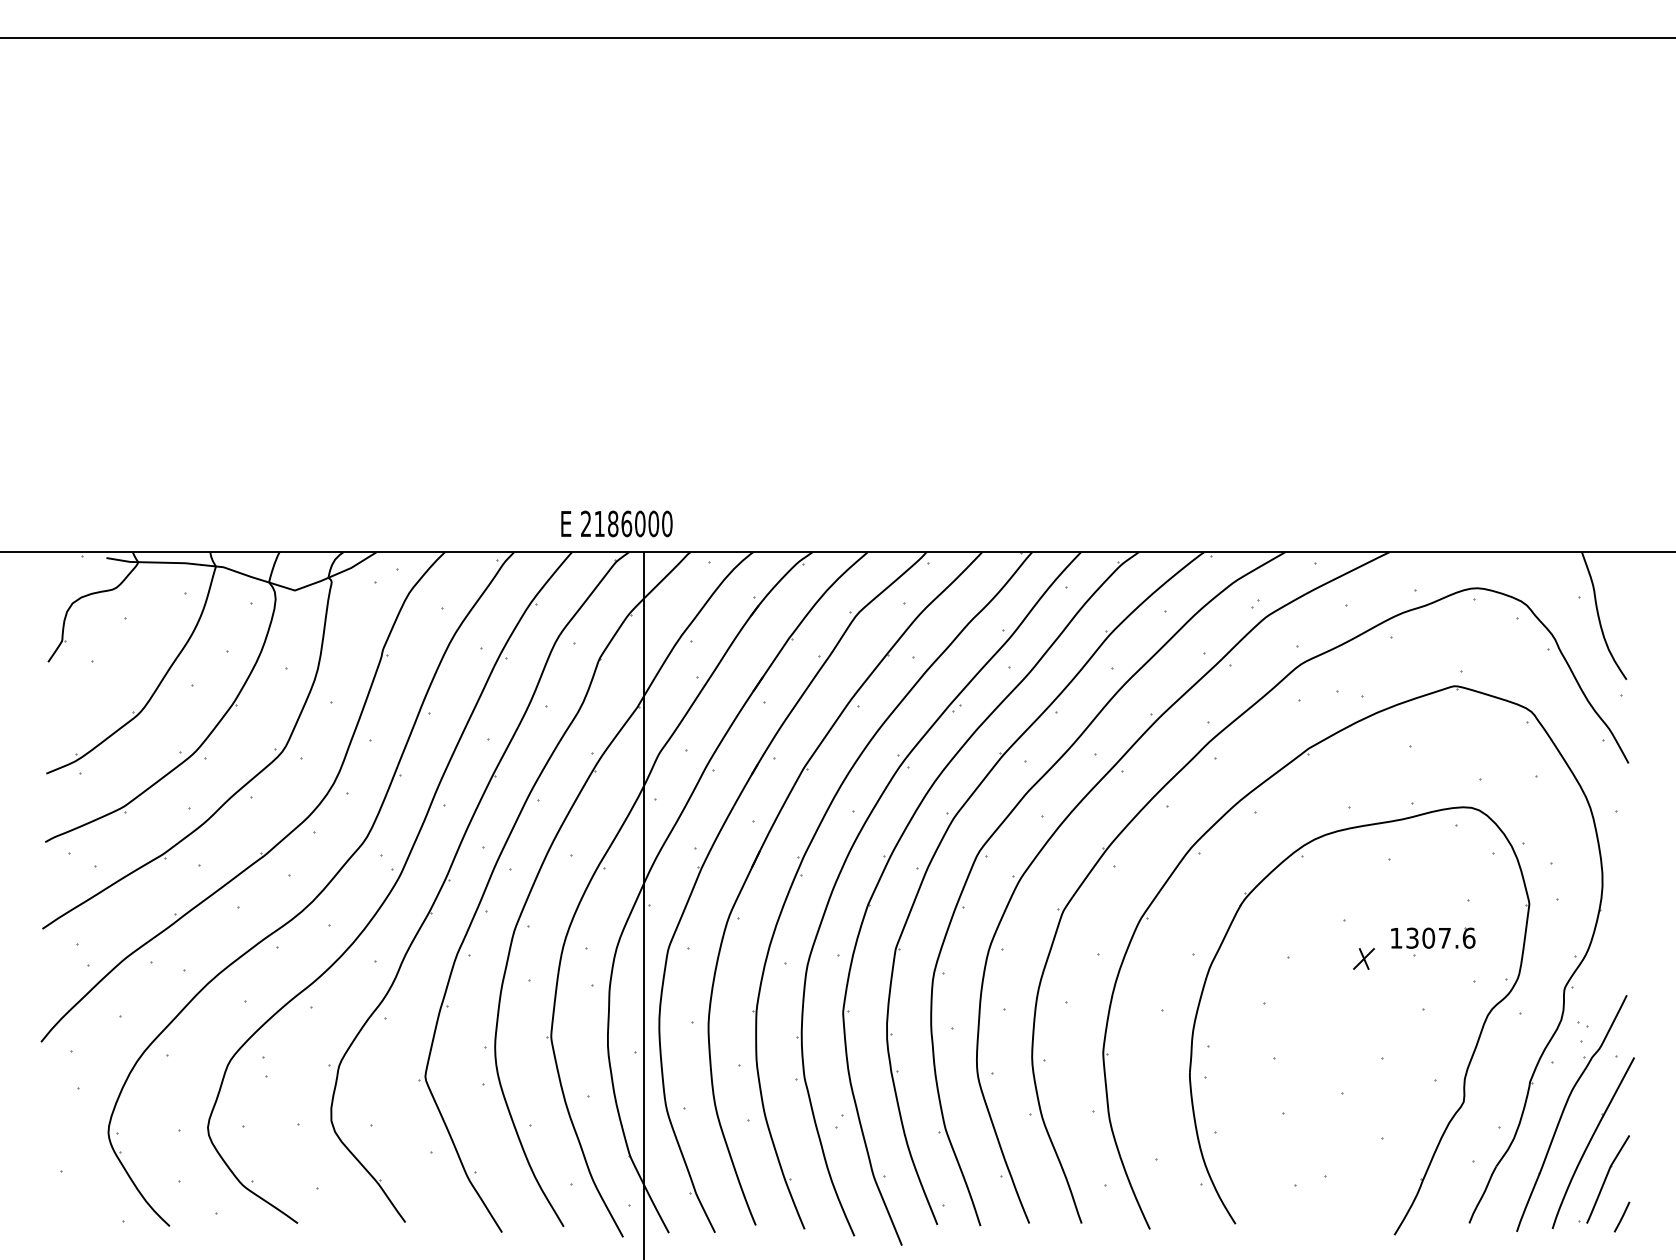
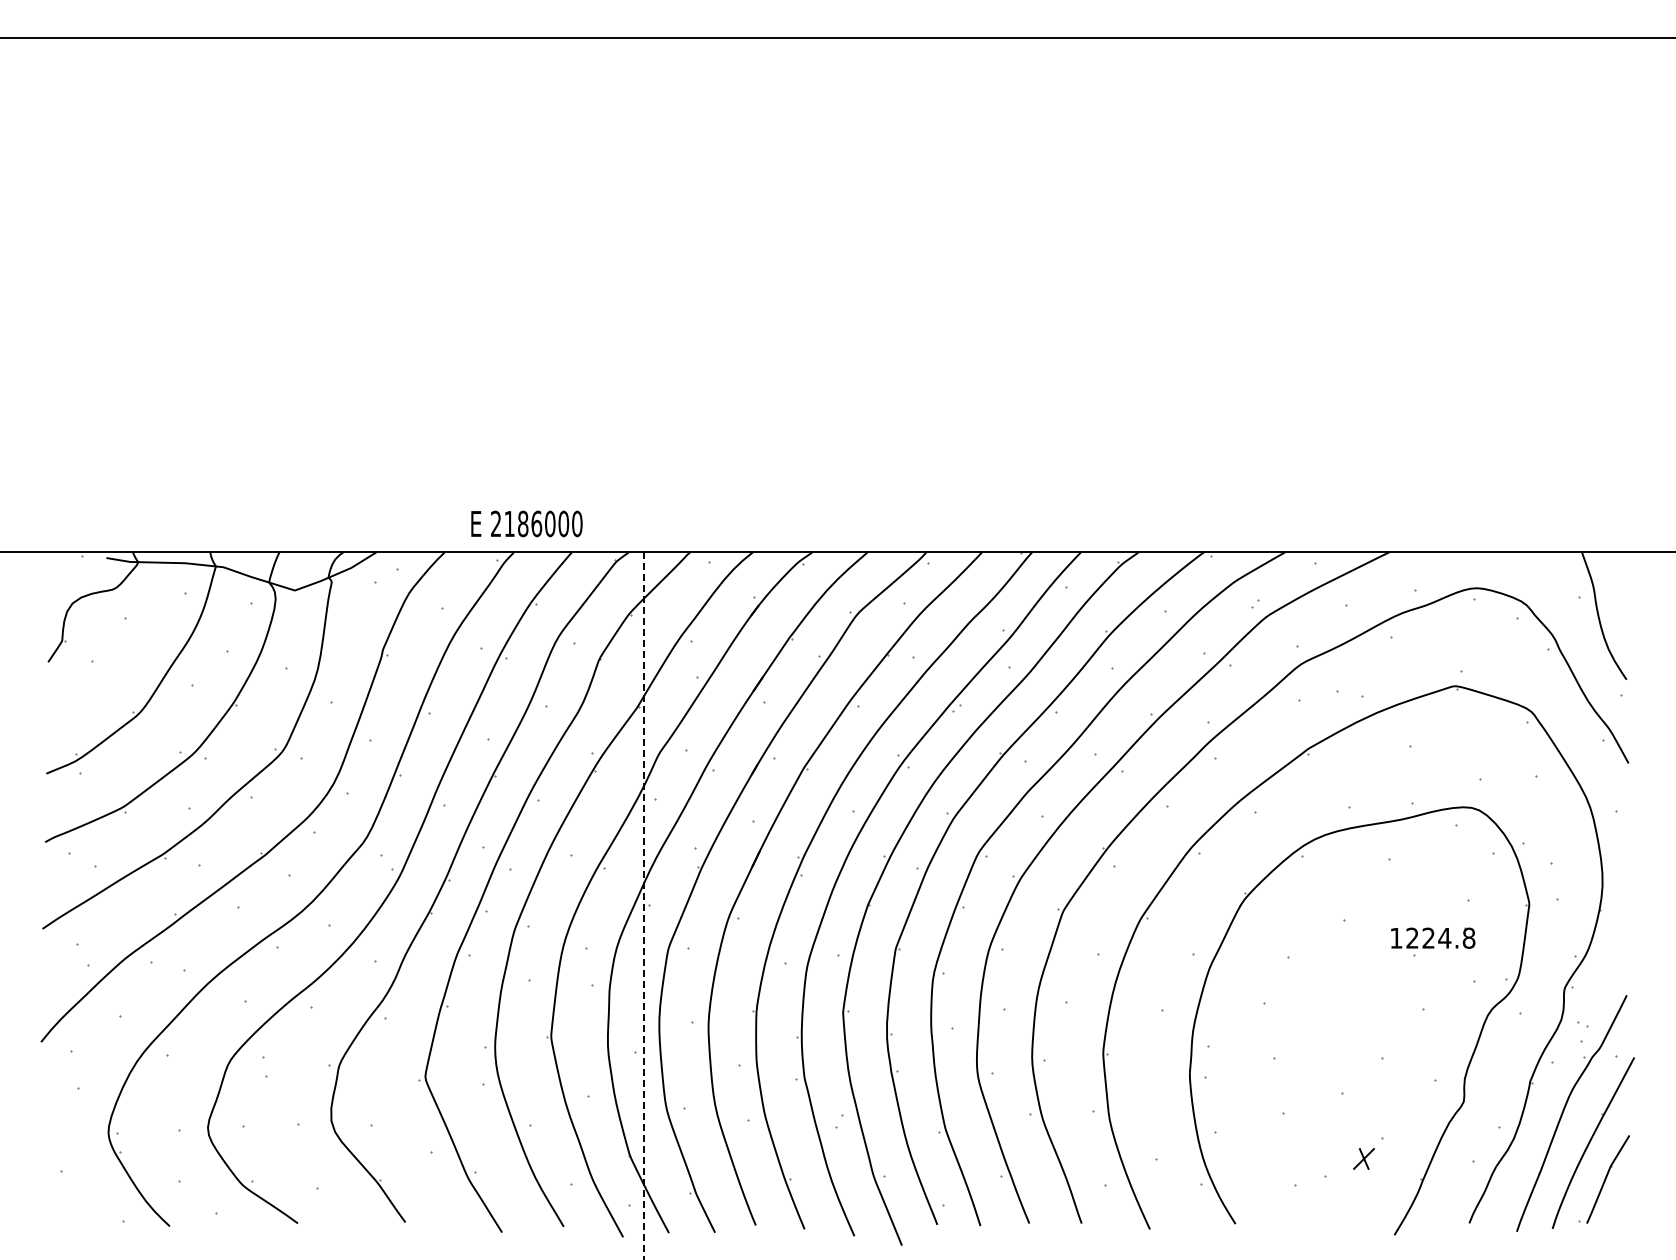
text at (616, 523) position: (616, 523) -> (526, 523)
line at (643, 906): solid -> dashed
text at (1440, 937): 1307.6 -> 1224.8
part at (1363, 958) position: (1363, 958) -> (1363, 1158)
line at (1621, 1216): present -> none
